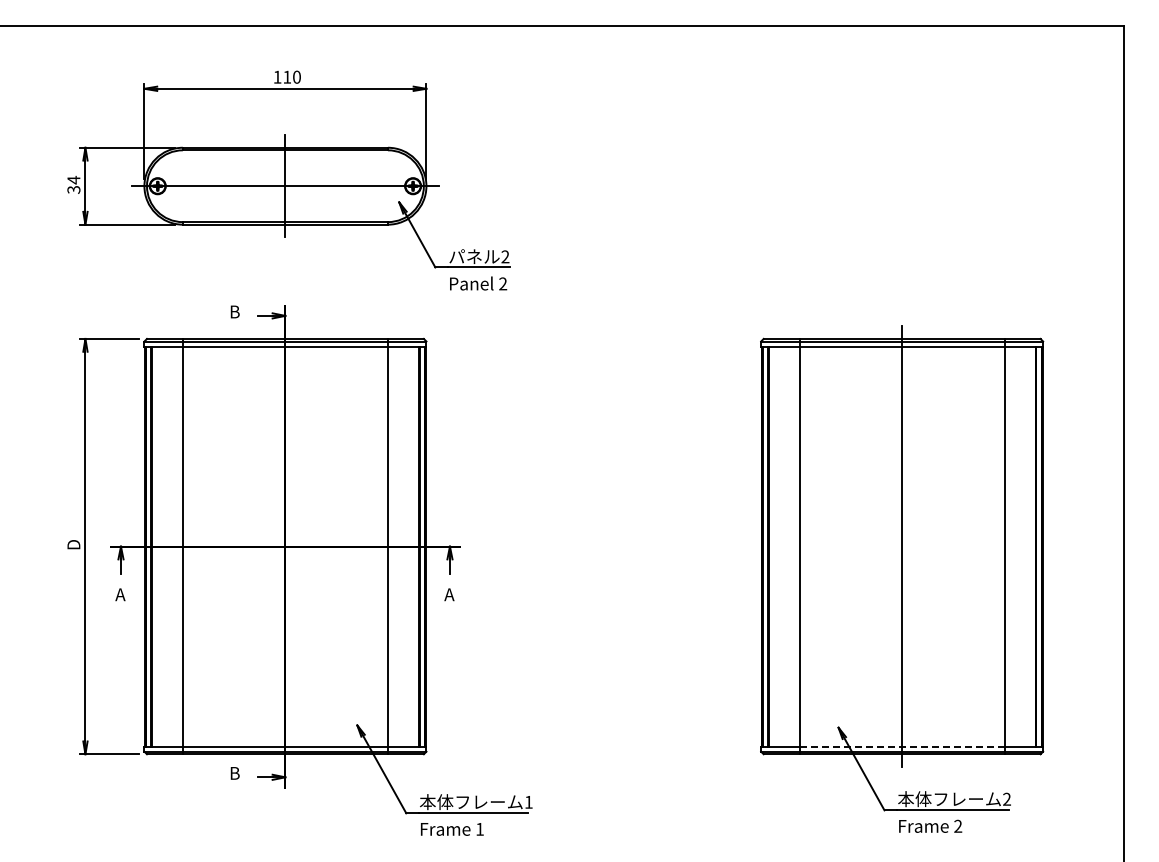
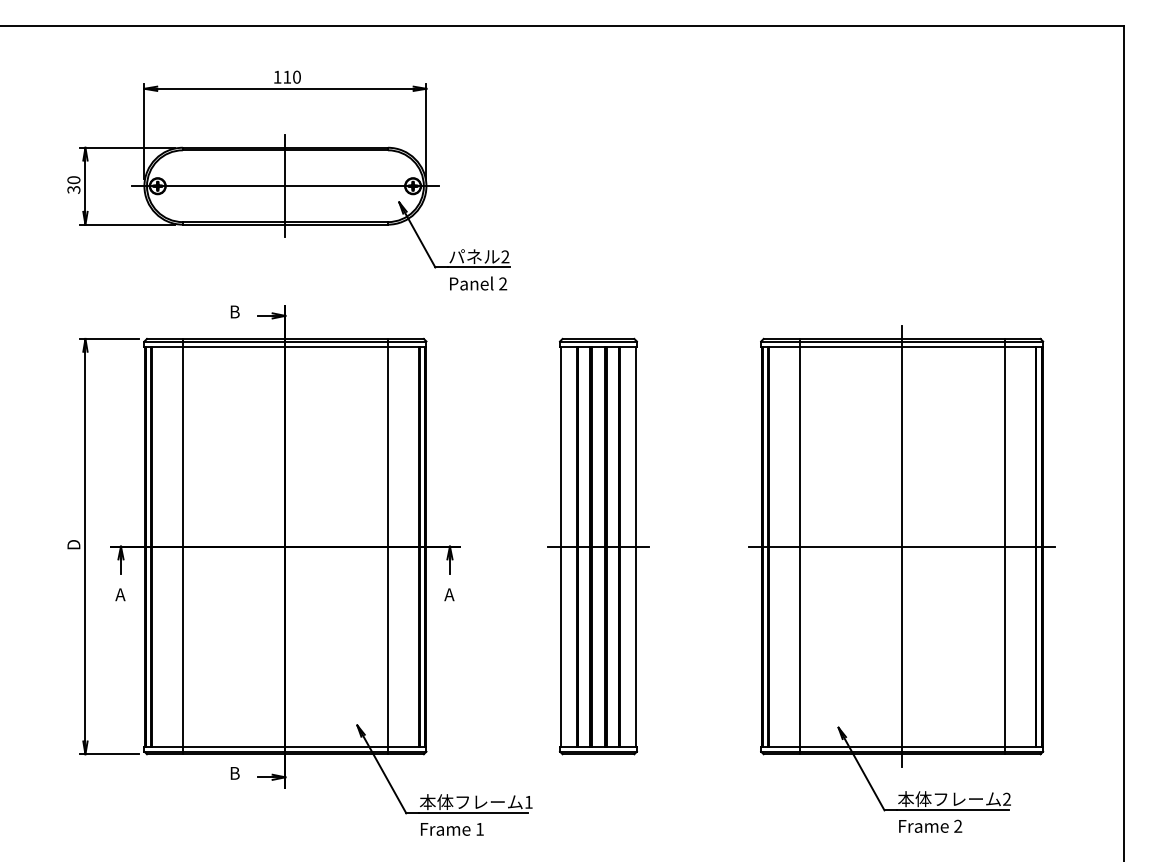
text at (73, 179): 34 -> 30
part at (598, 546): none -> present
line at (901, 546): none -> present
line at (902, 746): dashed -> solid
